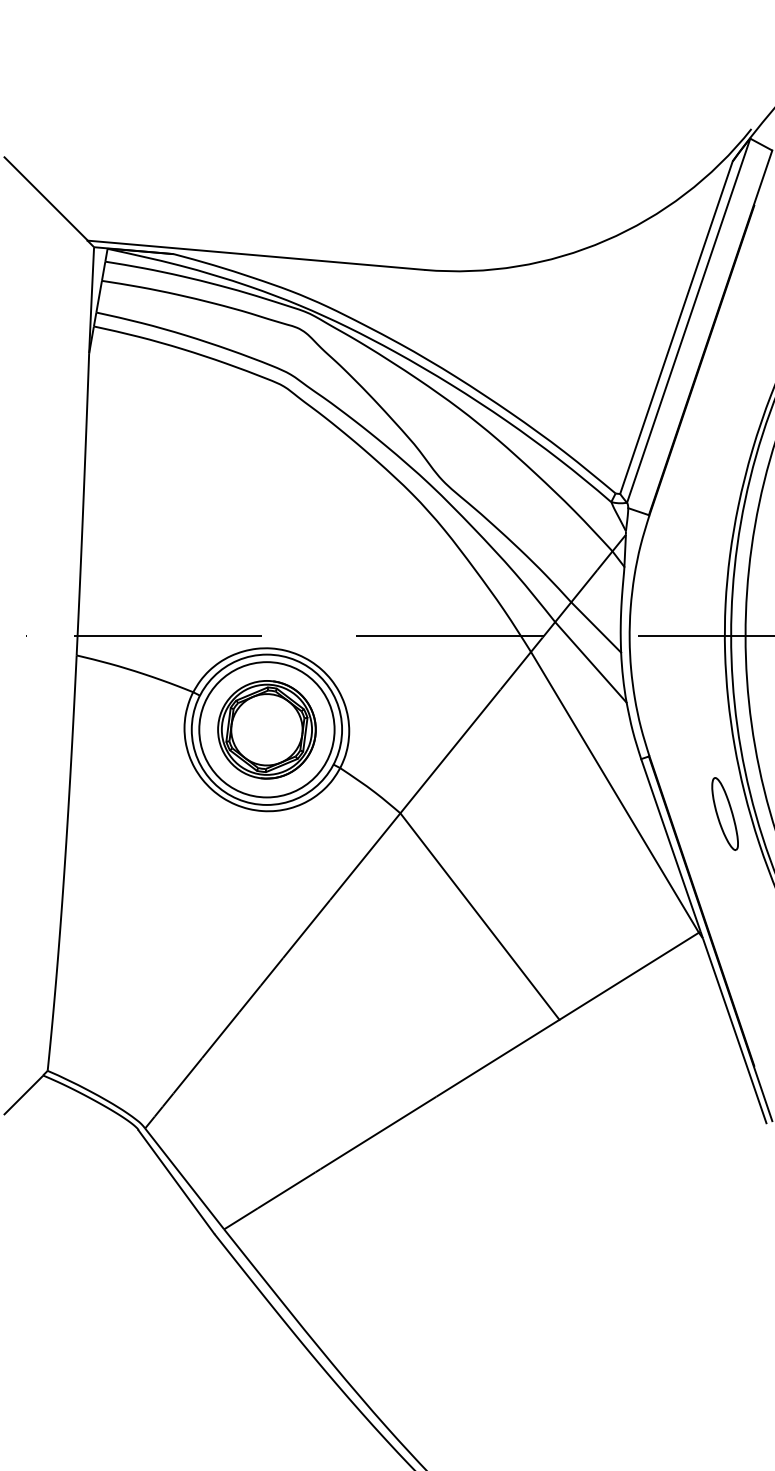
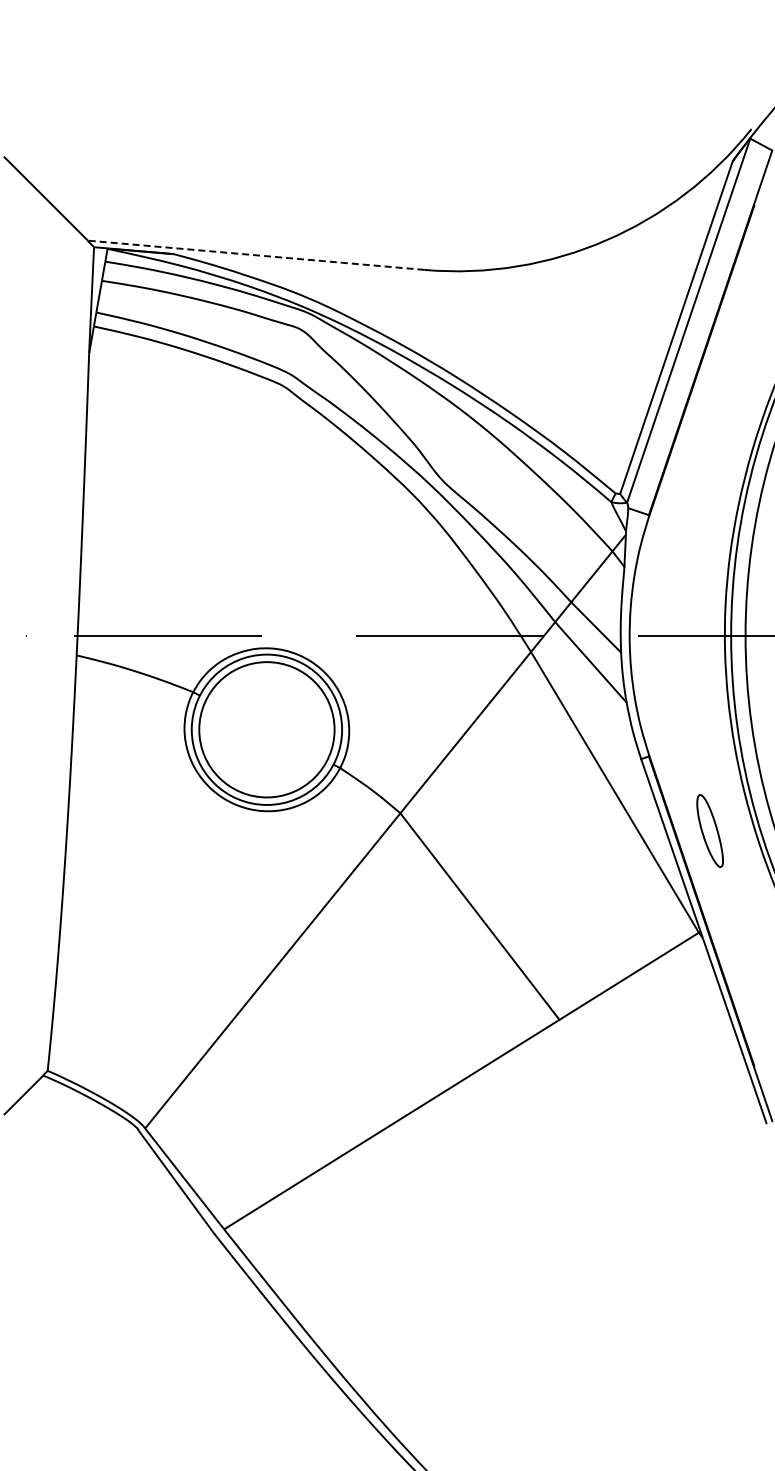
line at (255, 255): solid -> dashed
part at (266, 729): present -> none
part at (724, 813) position: (724, 813) -> (709, 830)
